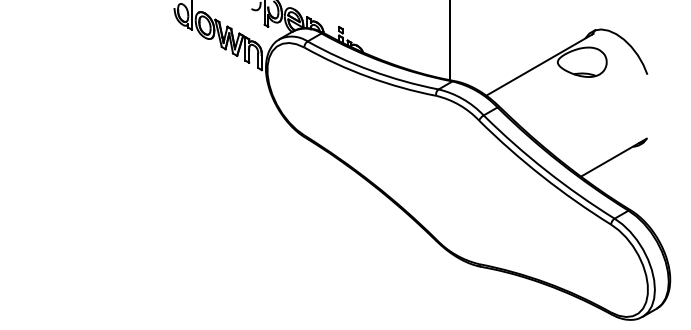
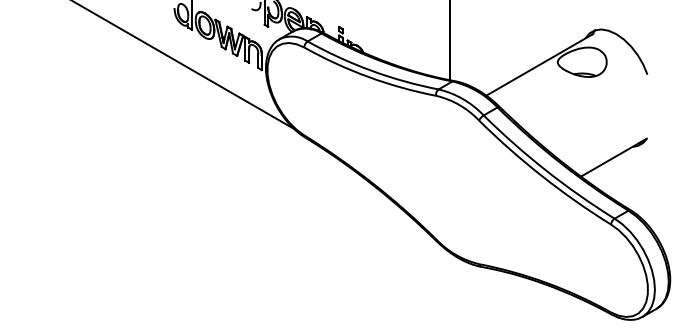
line at (184, 65): none -> present
